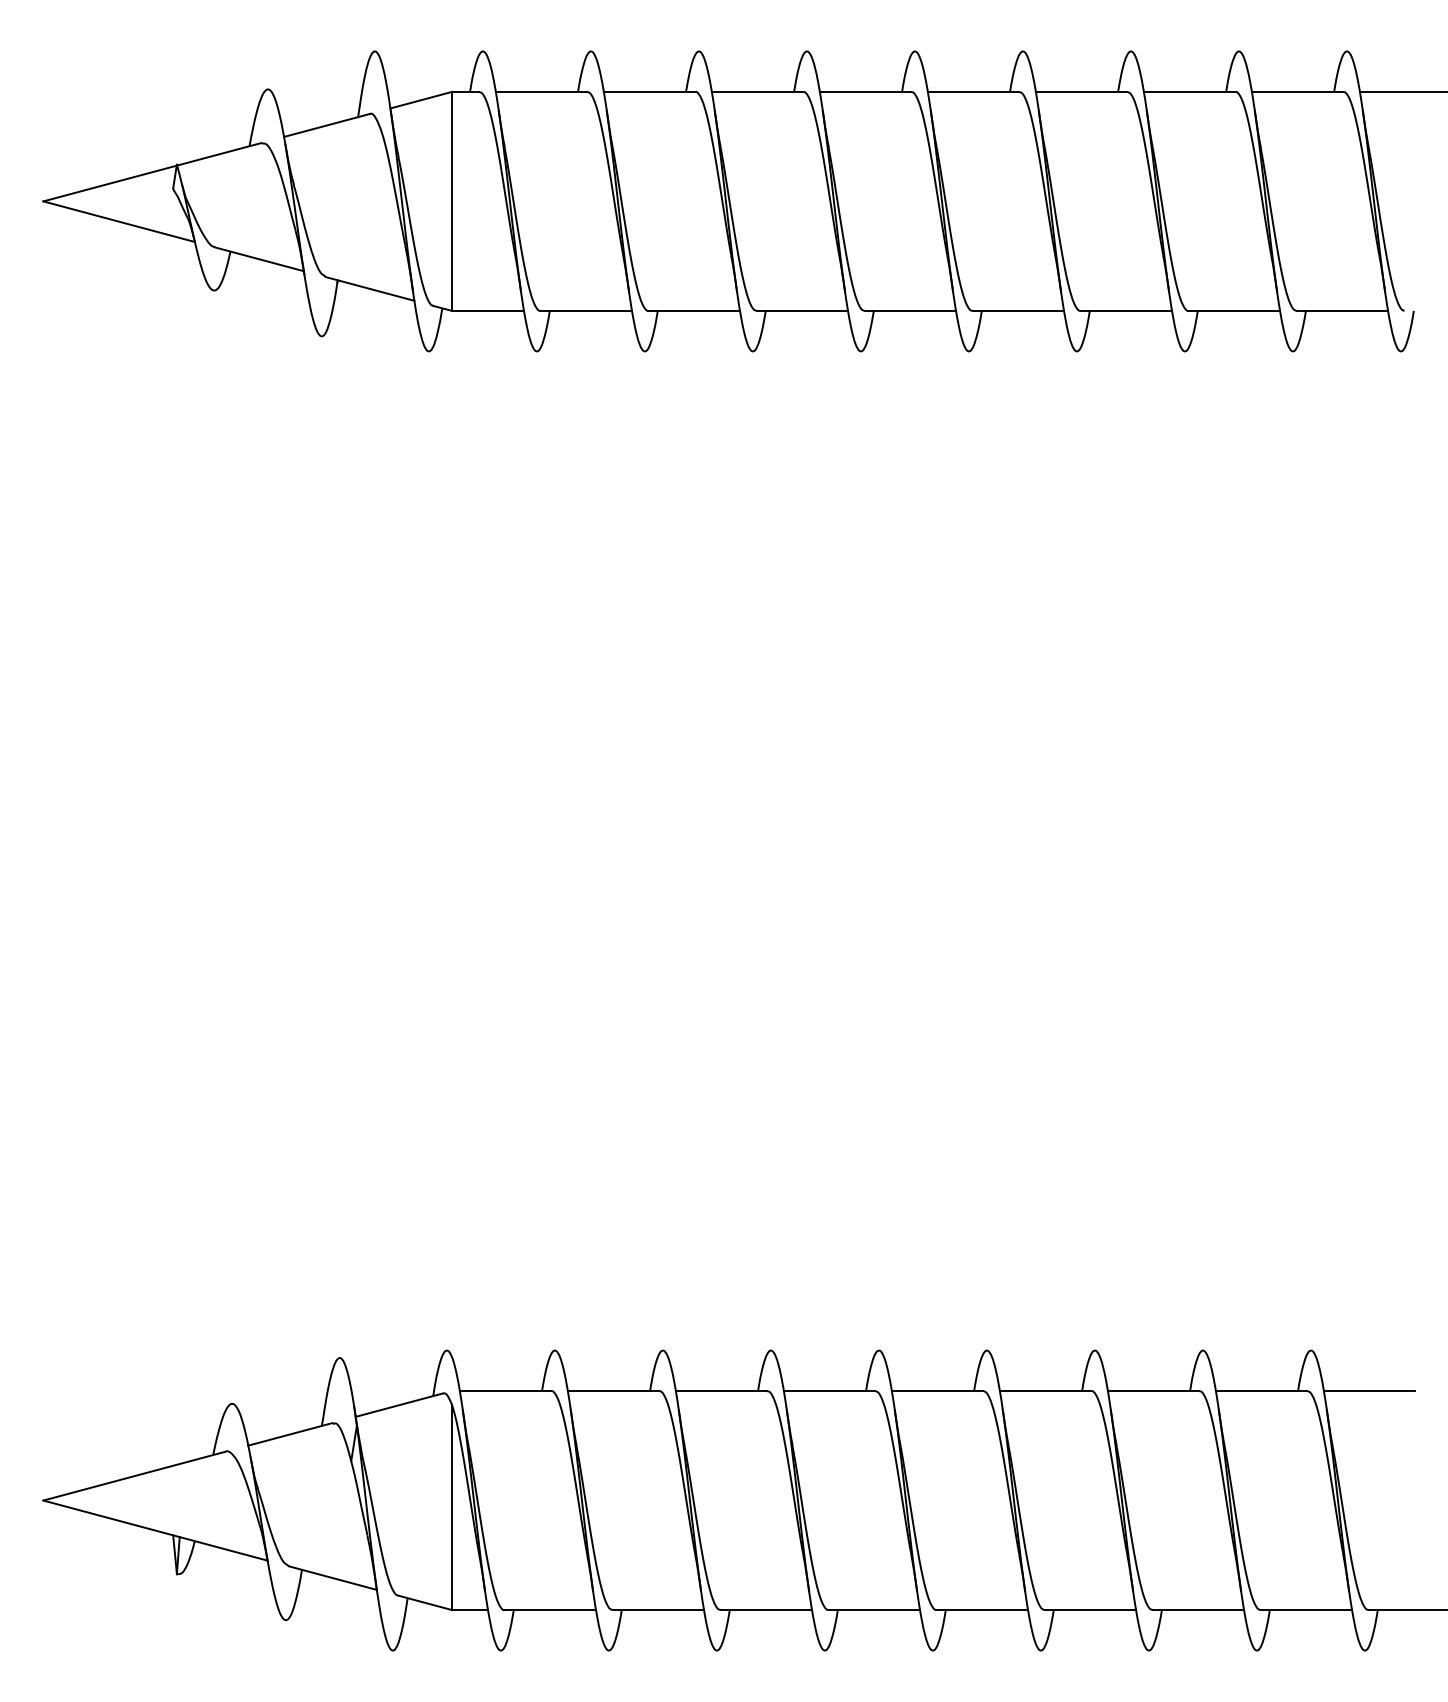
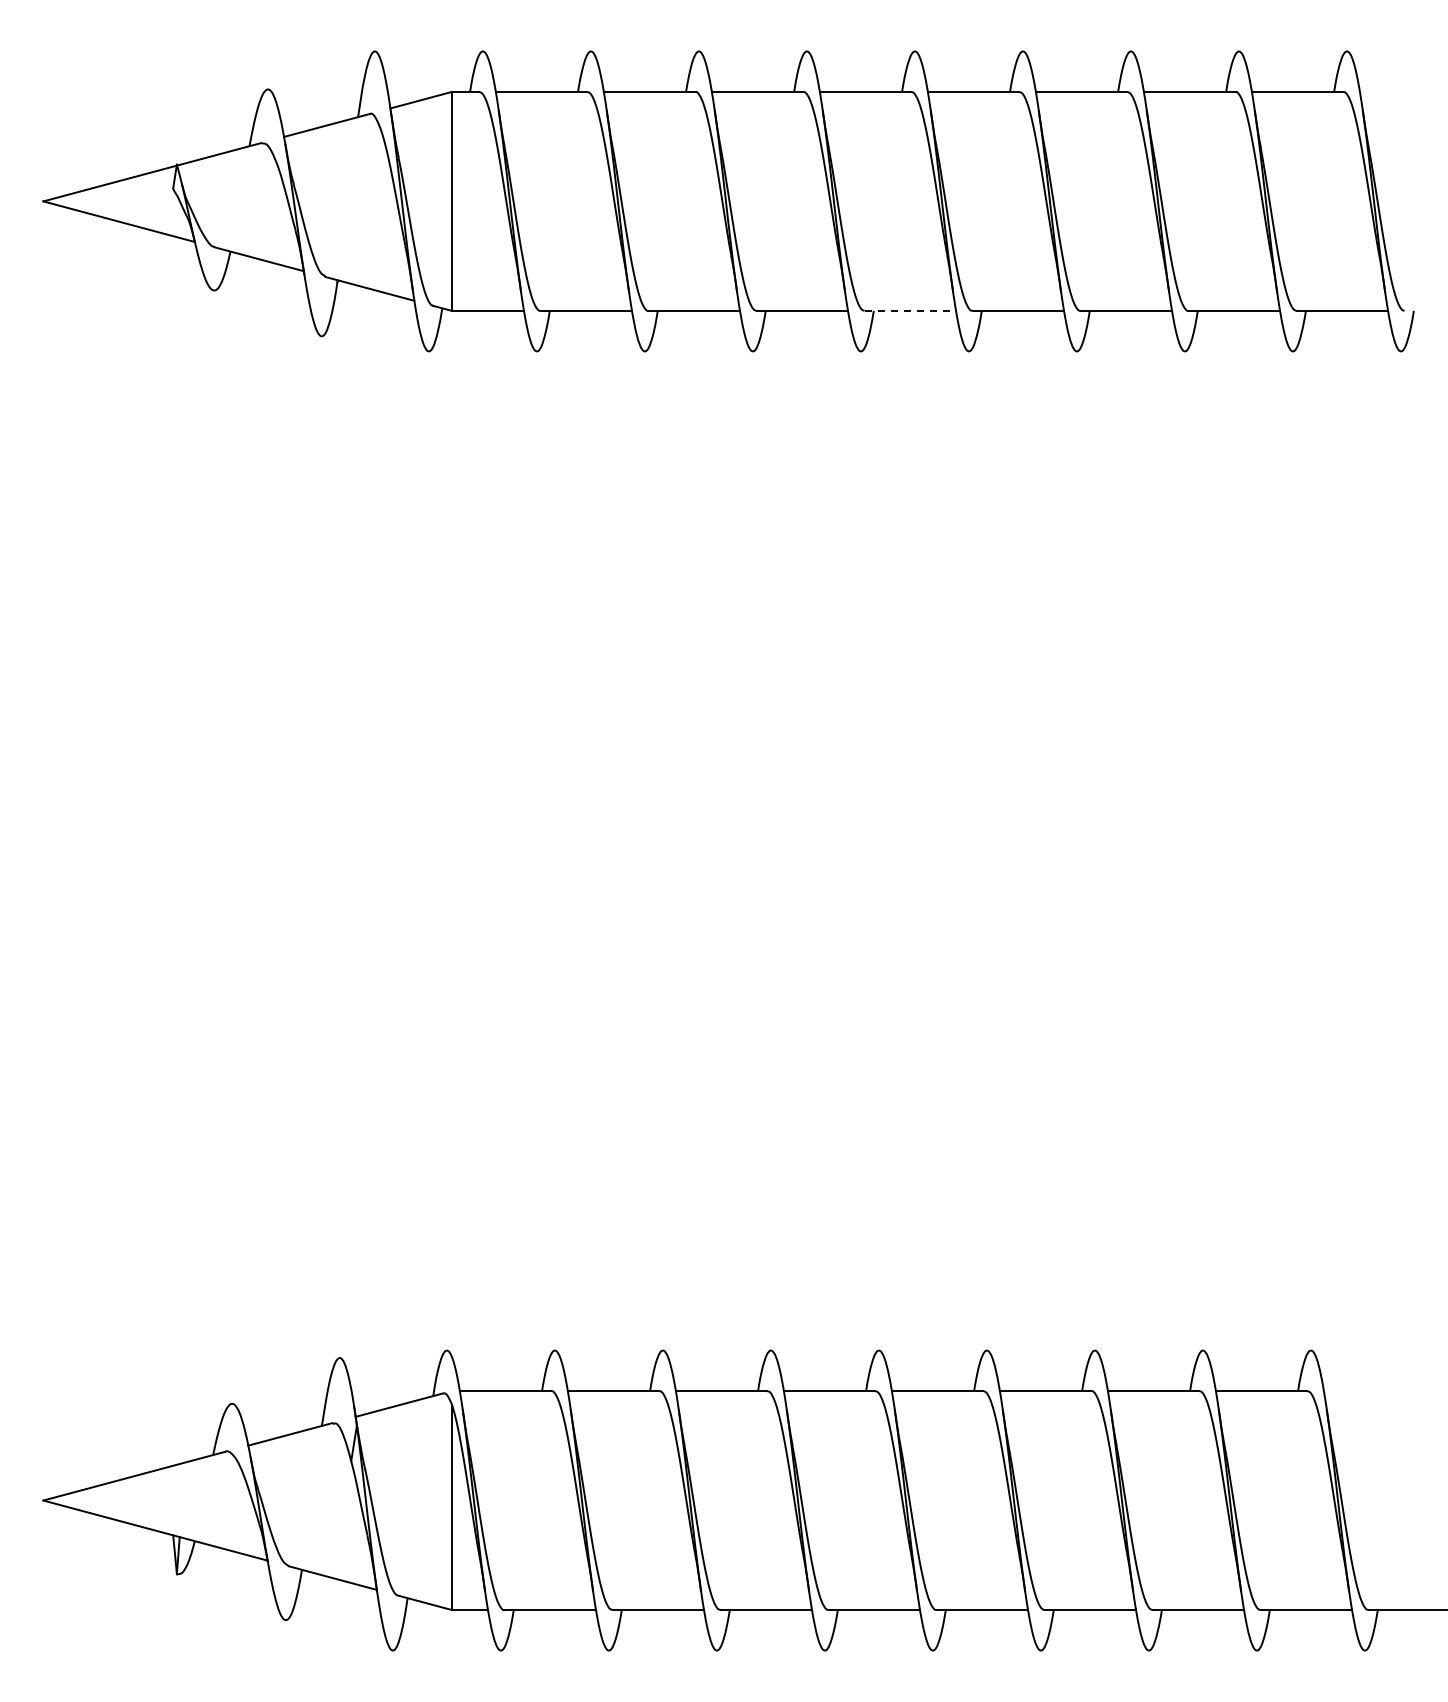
line at (1401, 91): present -> none
line at (910, 310): solid -> dashed
line at (1369, 1391): present -> none
